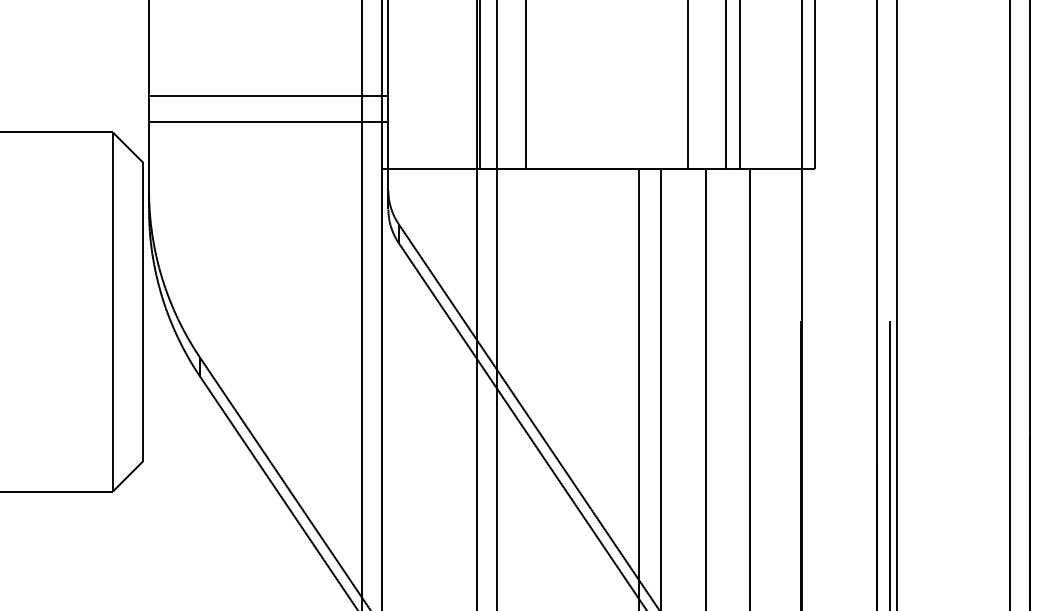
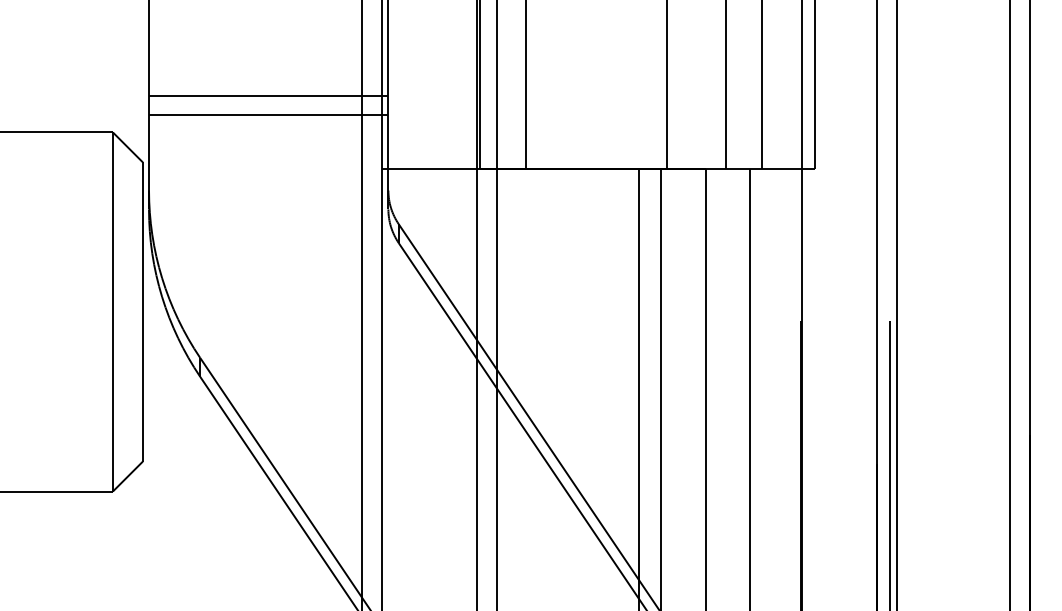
line at (687, 85) position: (687, 85) -> (666, 85)
line at (739, 85) position: (739, 85) -> (761, 85)
line at (268, 121) position: (268, 121) -> (268, 114)
